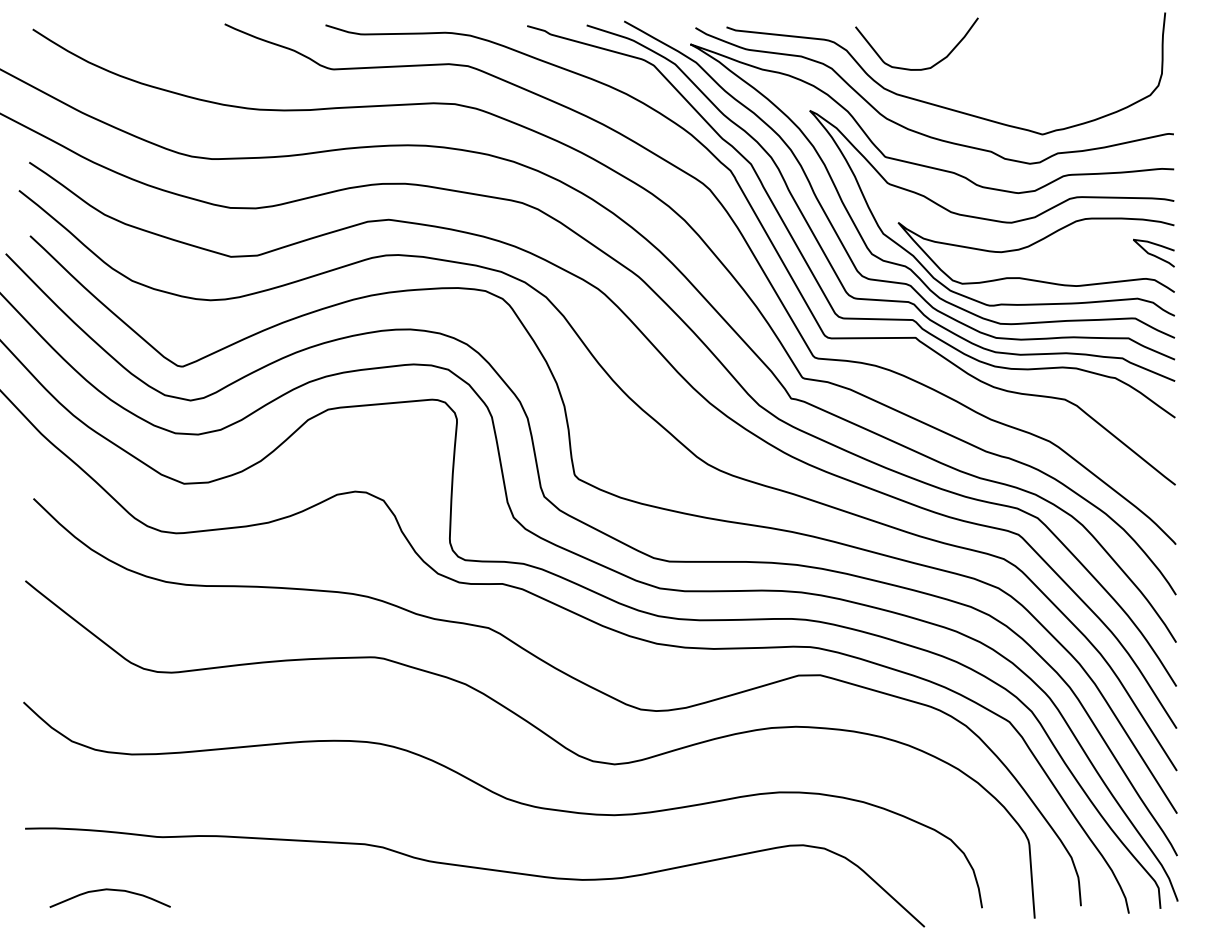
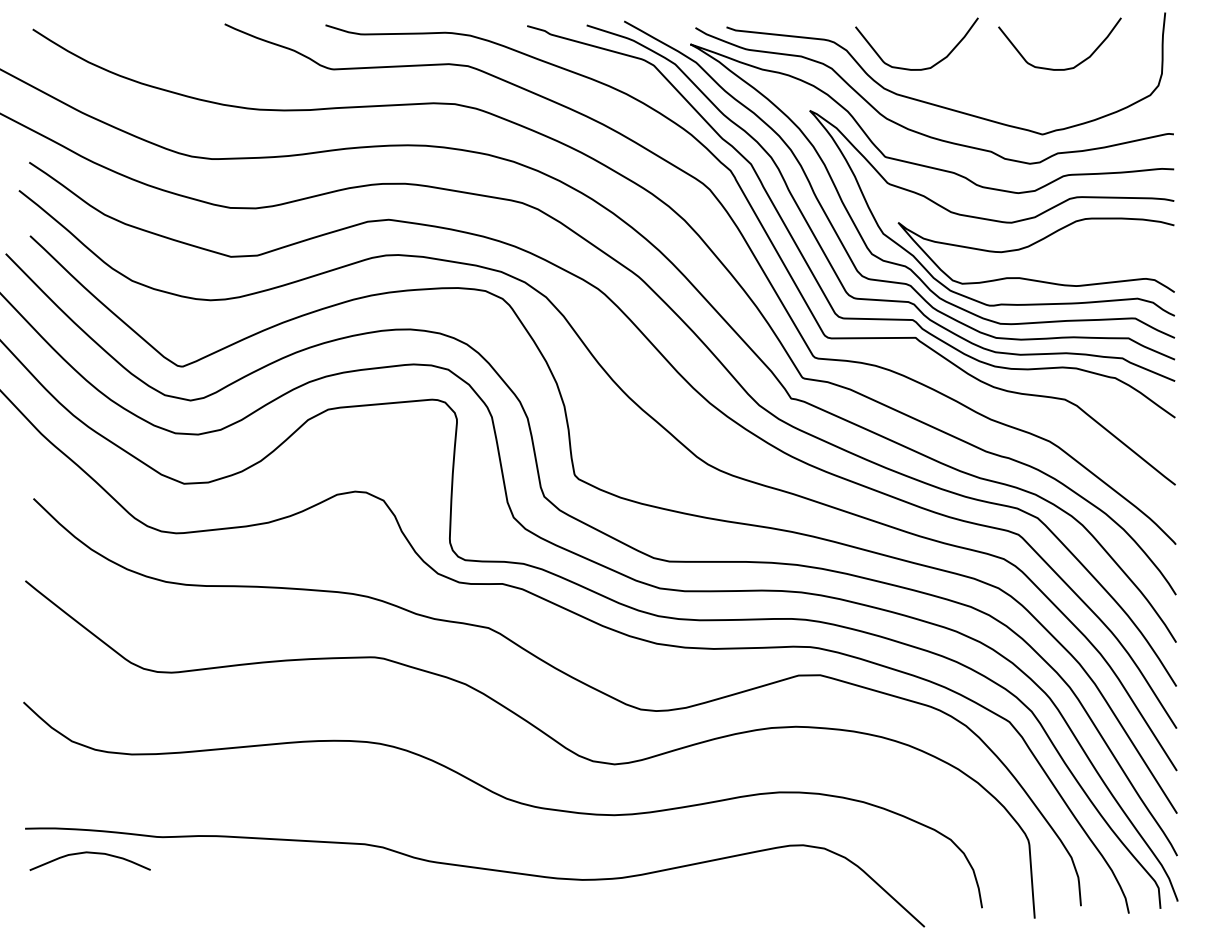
curve at (1064, 68): none -> present
curve at (1153, 254): present -> none
curve at (109, 890) position: (109, 890) -> (89, 853)
